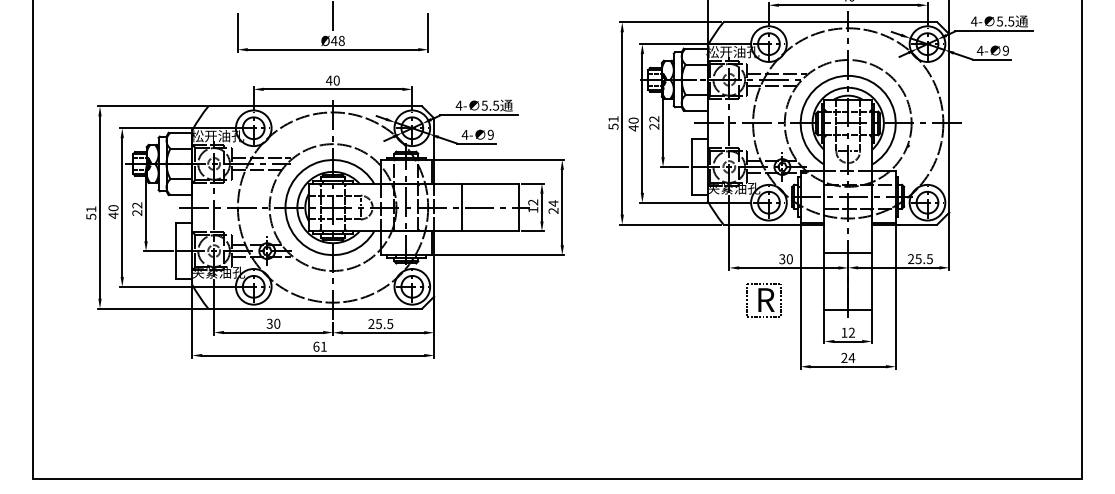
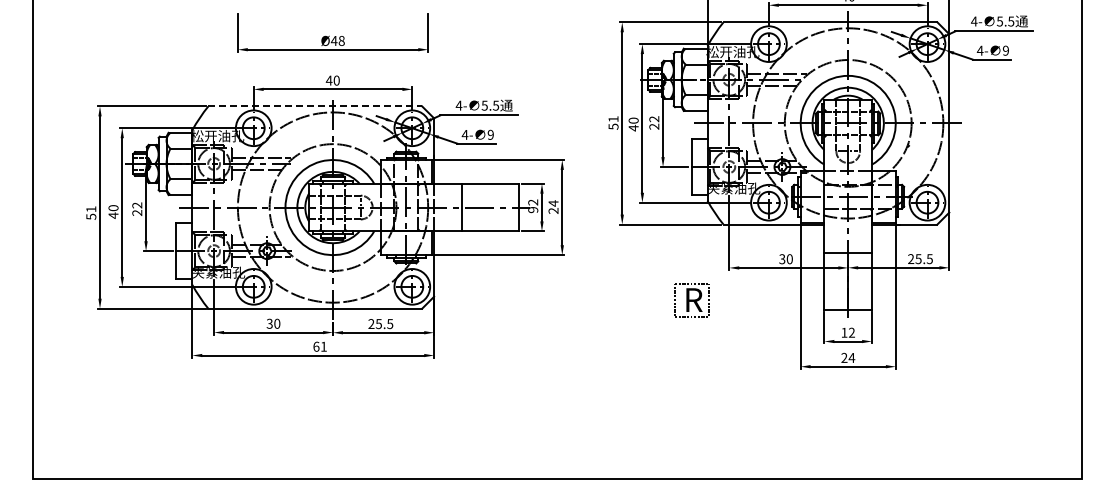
line at (333, 16): present -> none
line at (315, 106): solid -> dashed
text at (533, 210): 12 -> 92
part at (763, 300) position: (763, 300) -> (691, 300)
